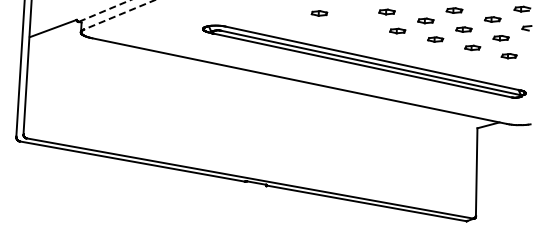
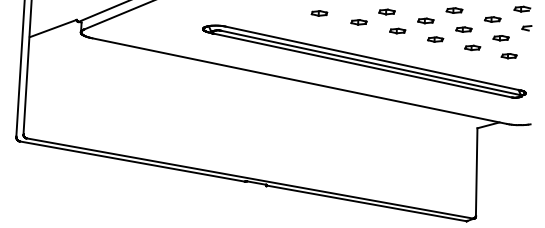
line at (104, 11): dashed -> solid
line at (119, 14): dashed -> solid
part at (358, 22): none -> present
